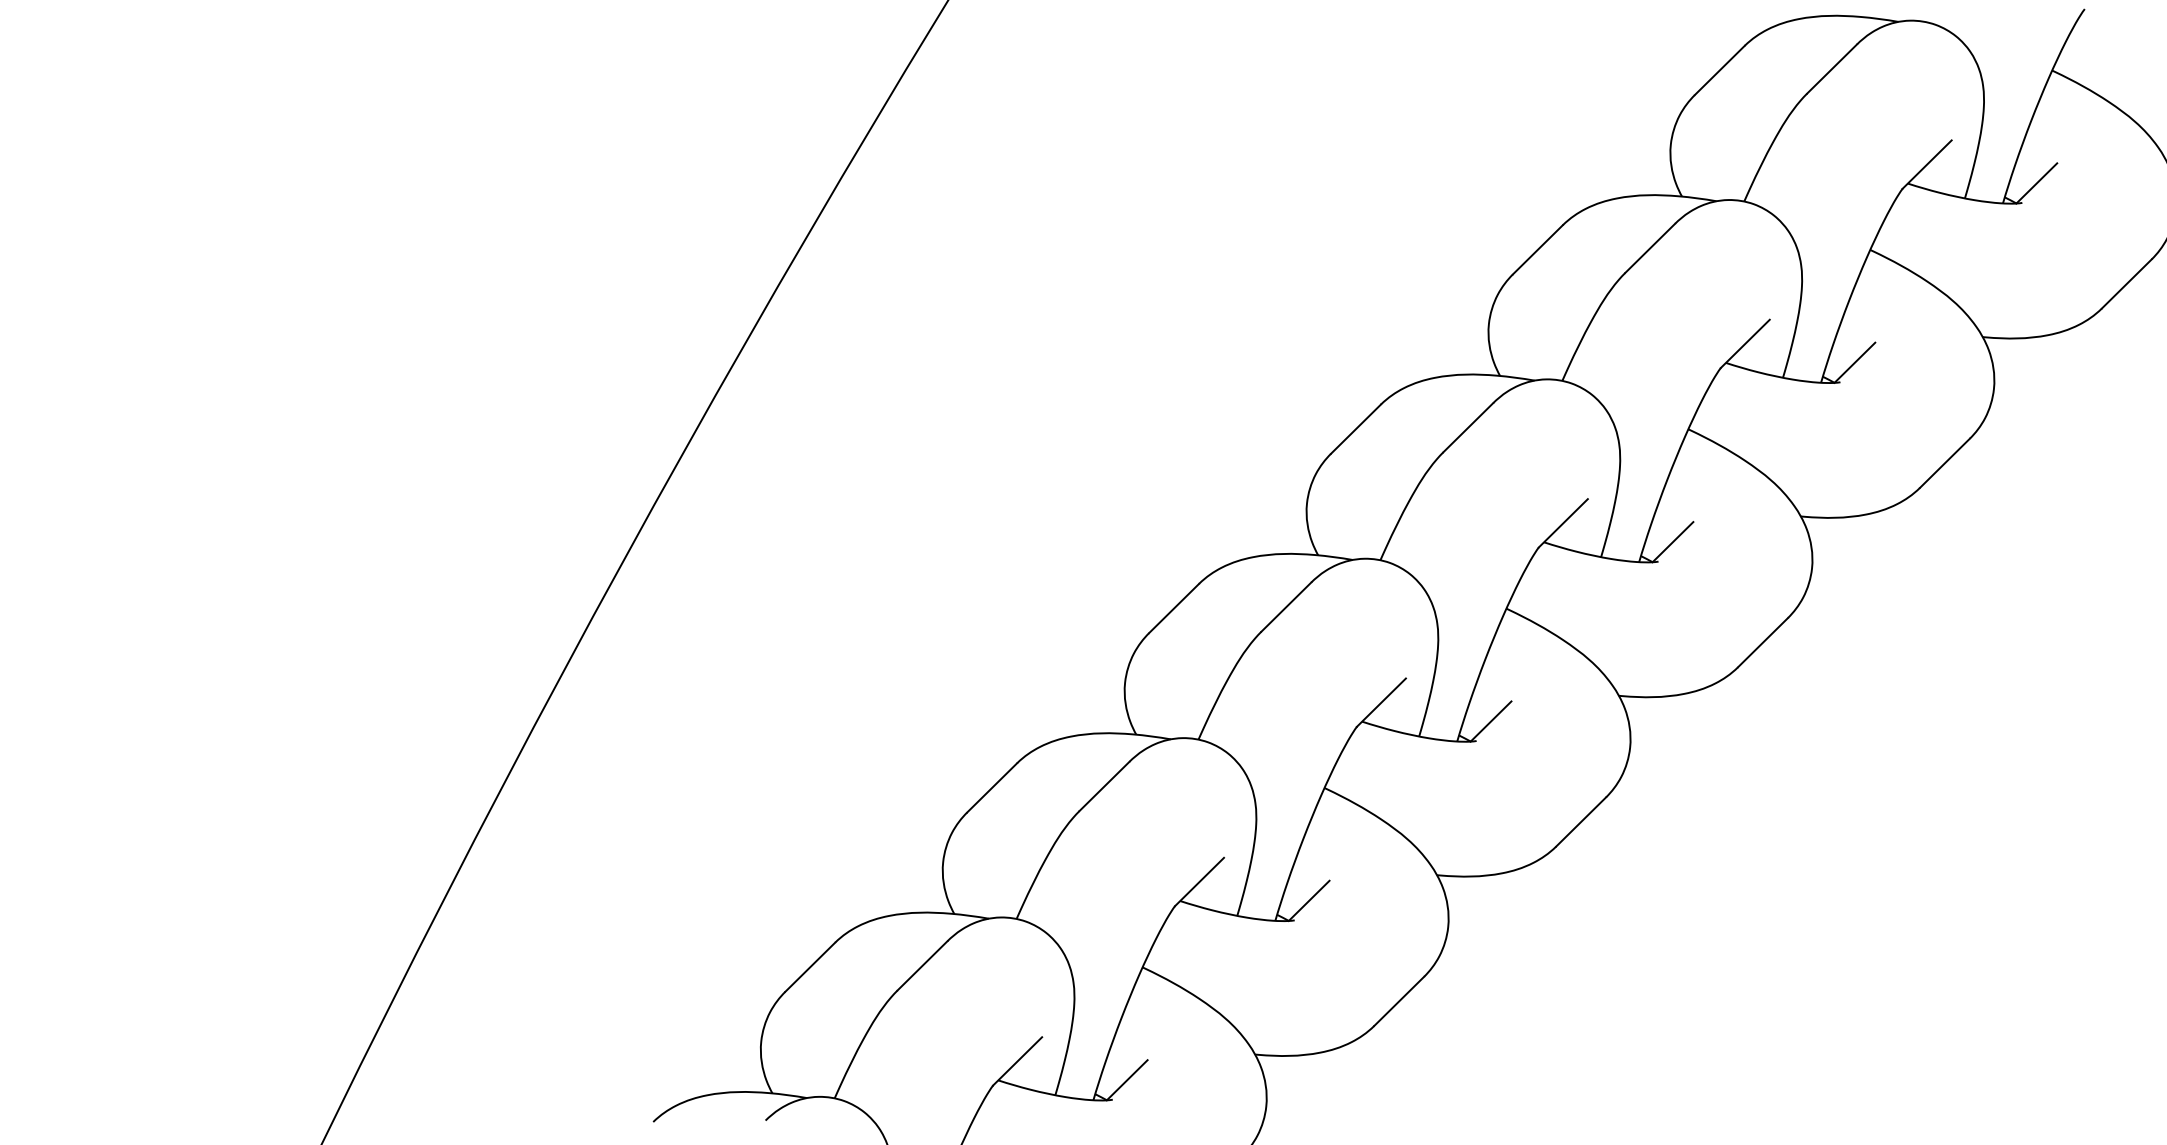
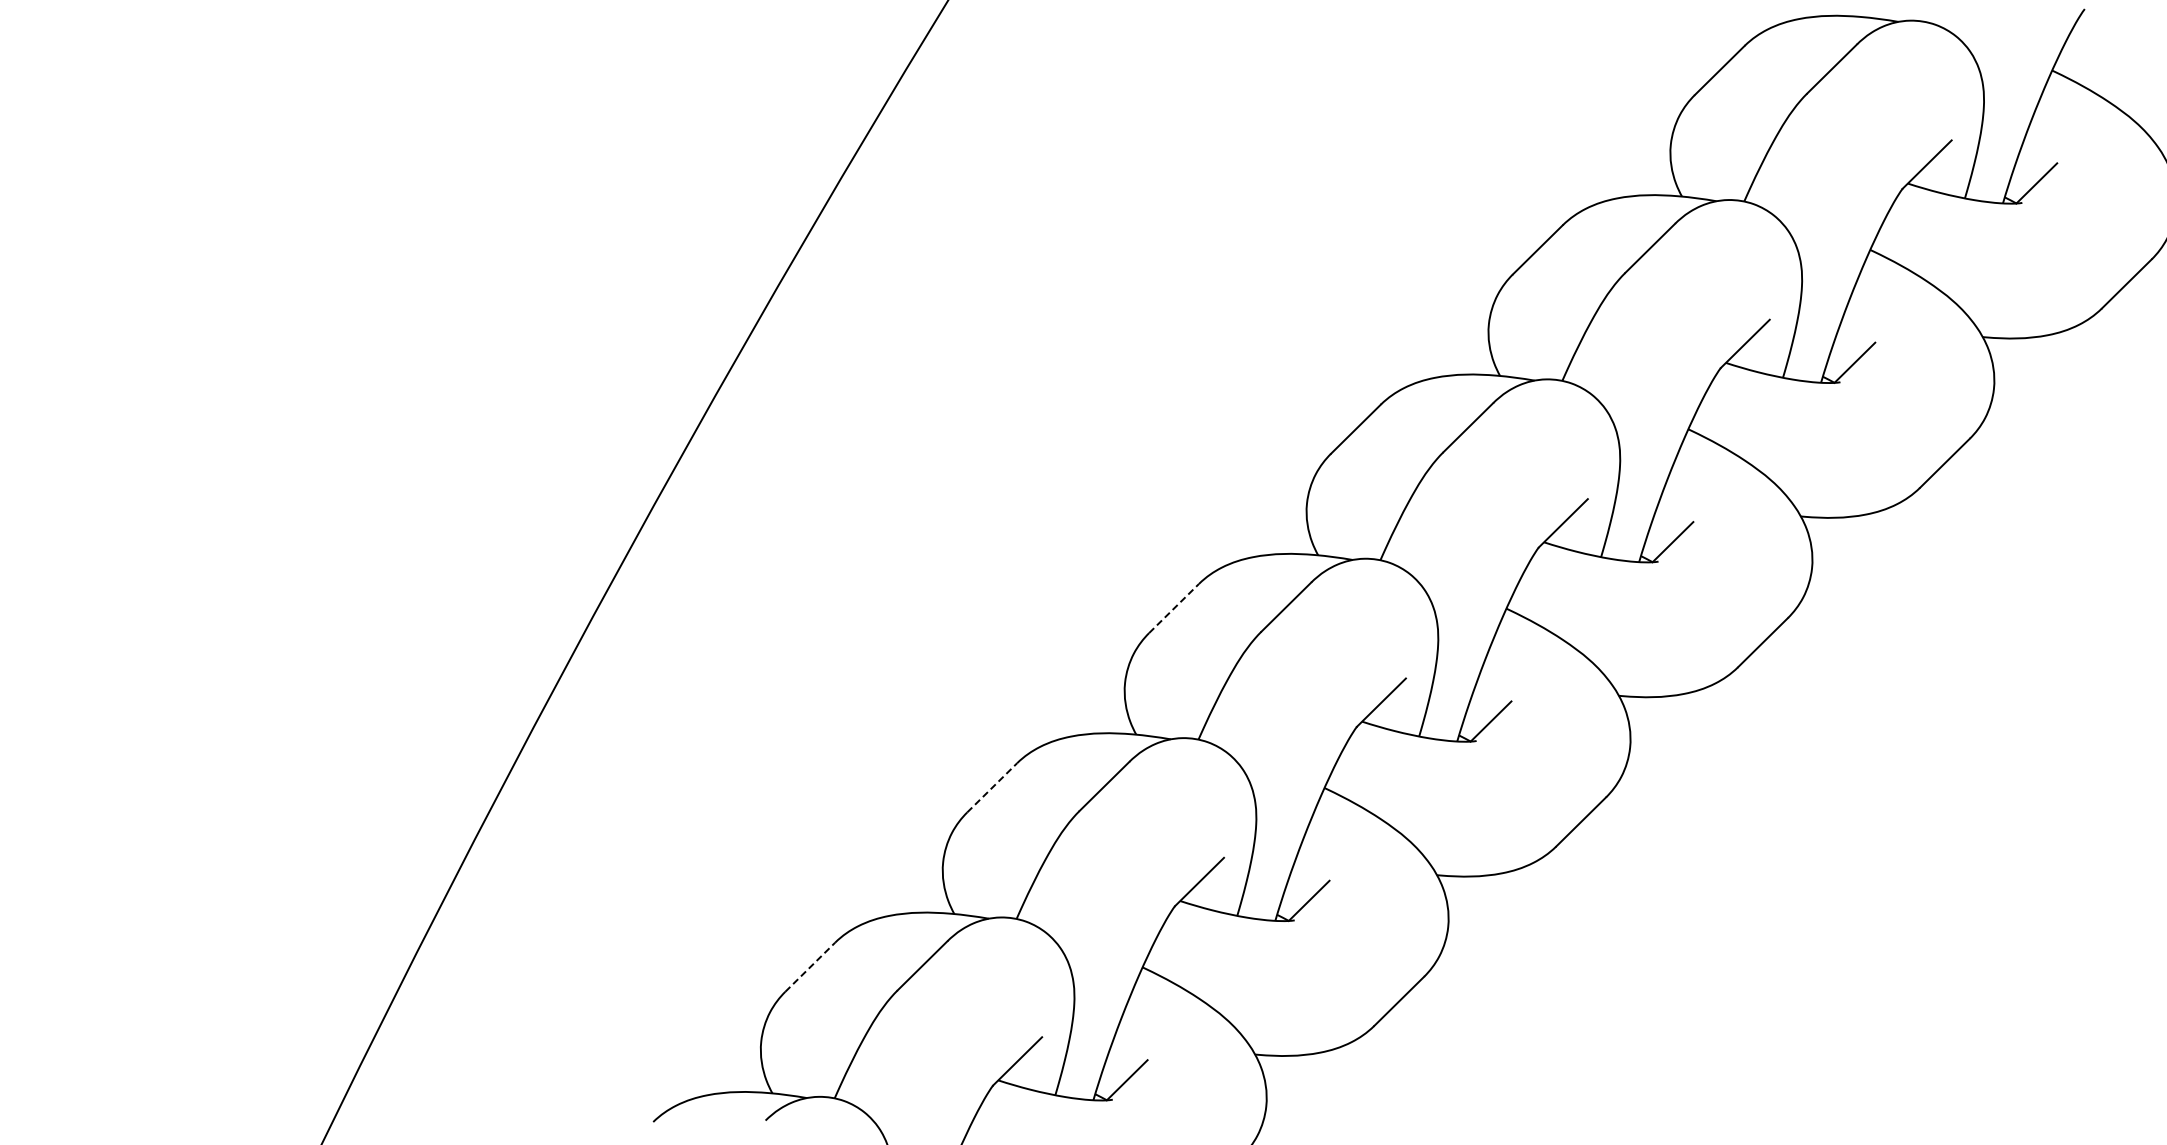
line at (1174, 608): solid -> dashed
line at (992, 787): solid -> dashed
line at (810, 967): solid -> dashed
